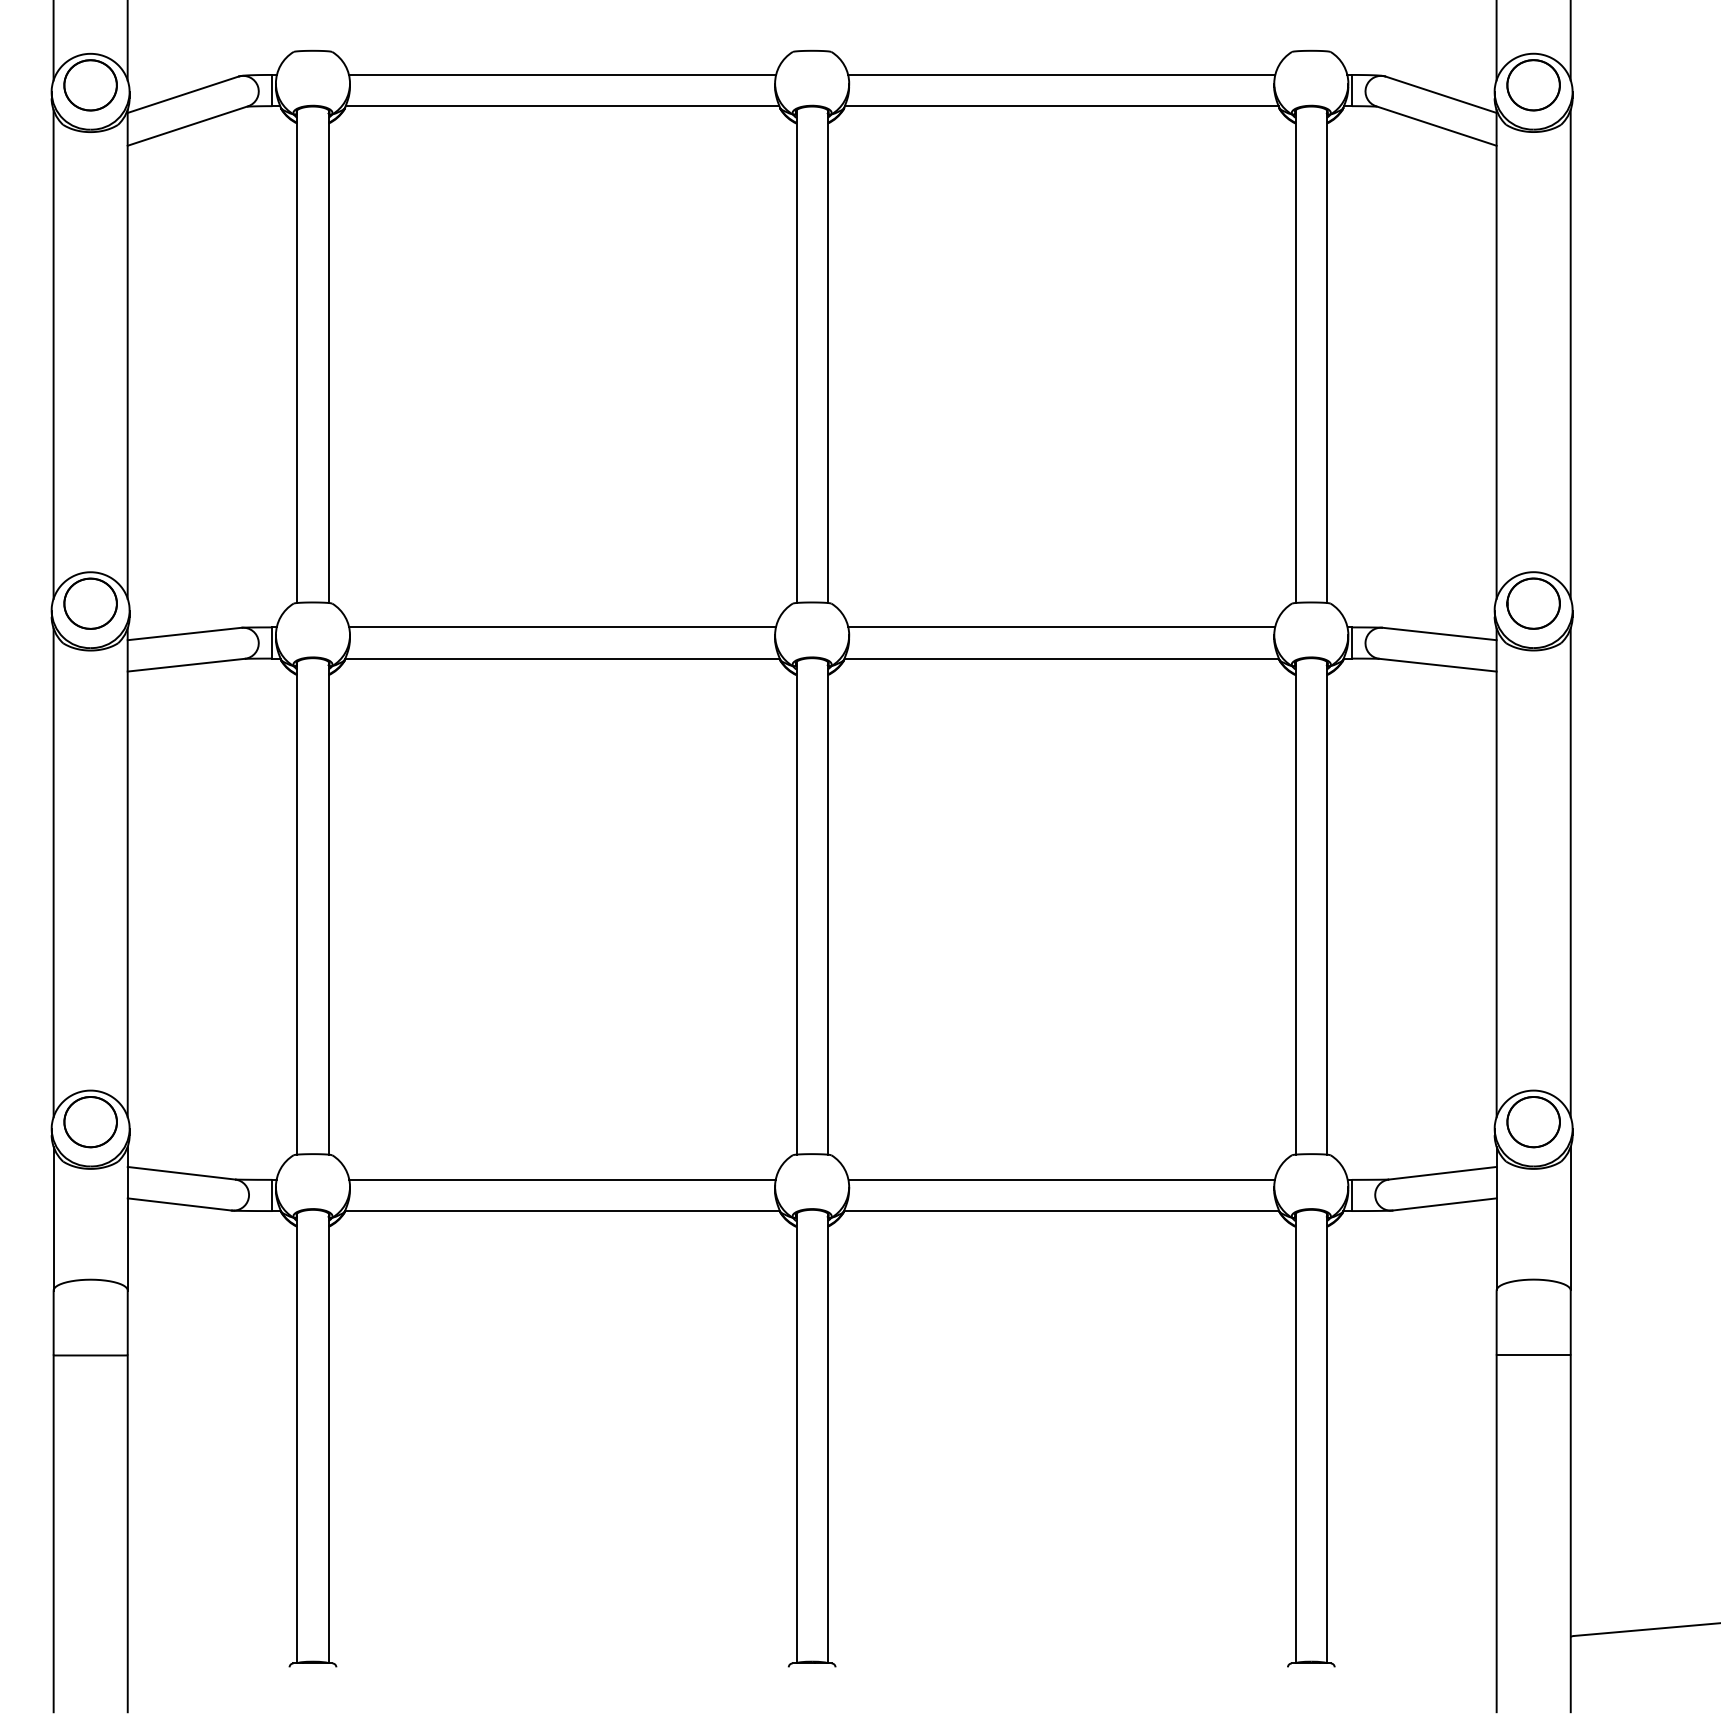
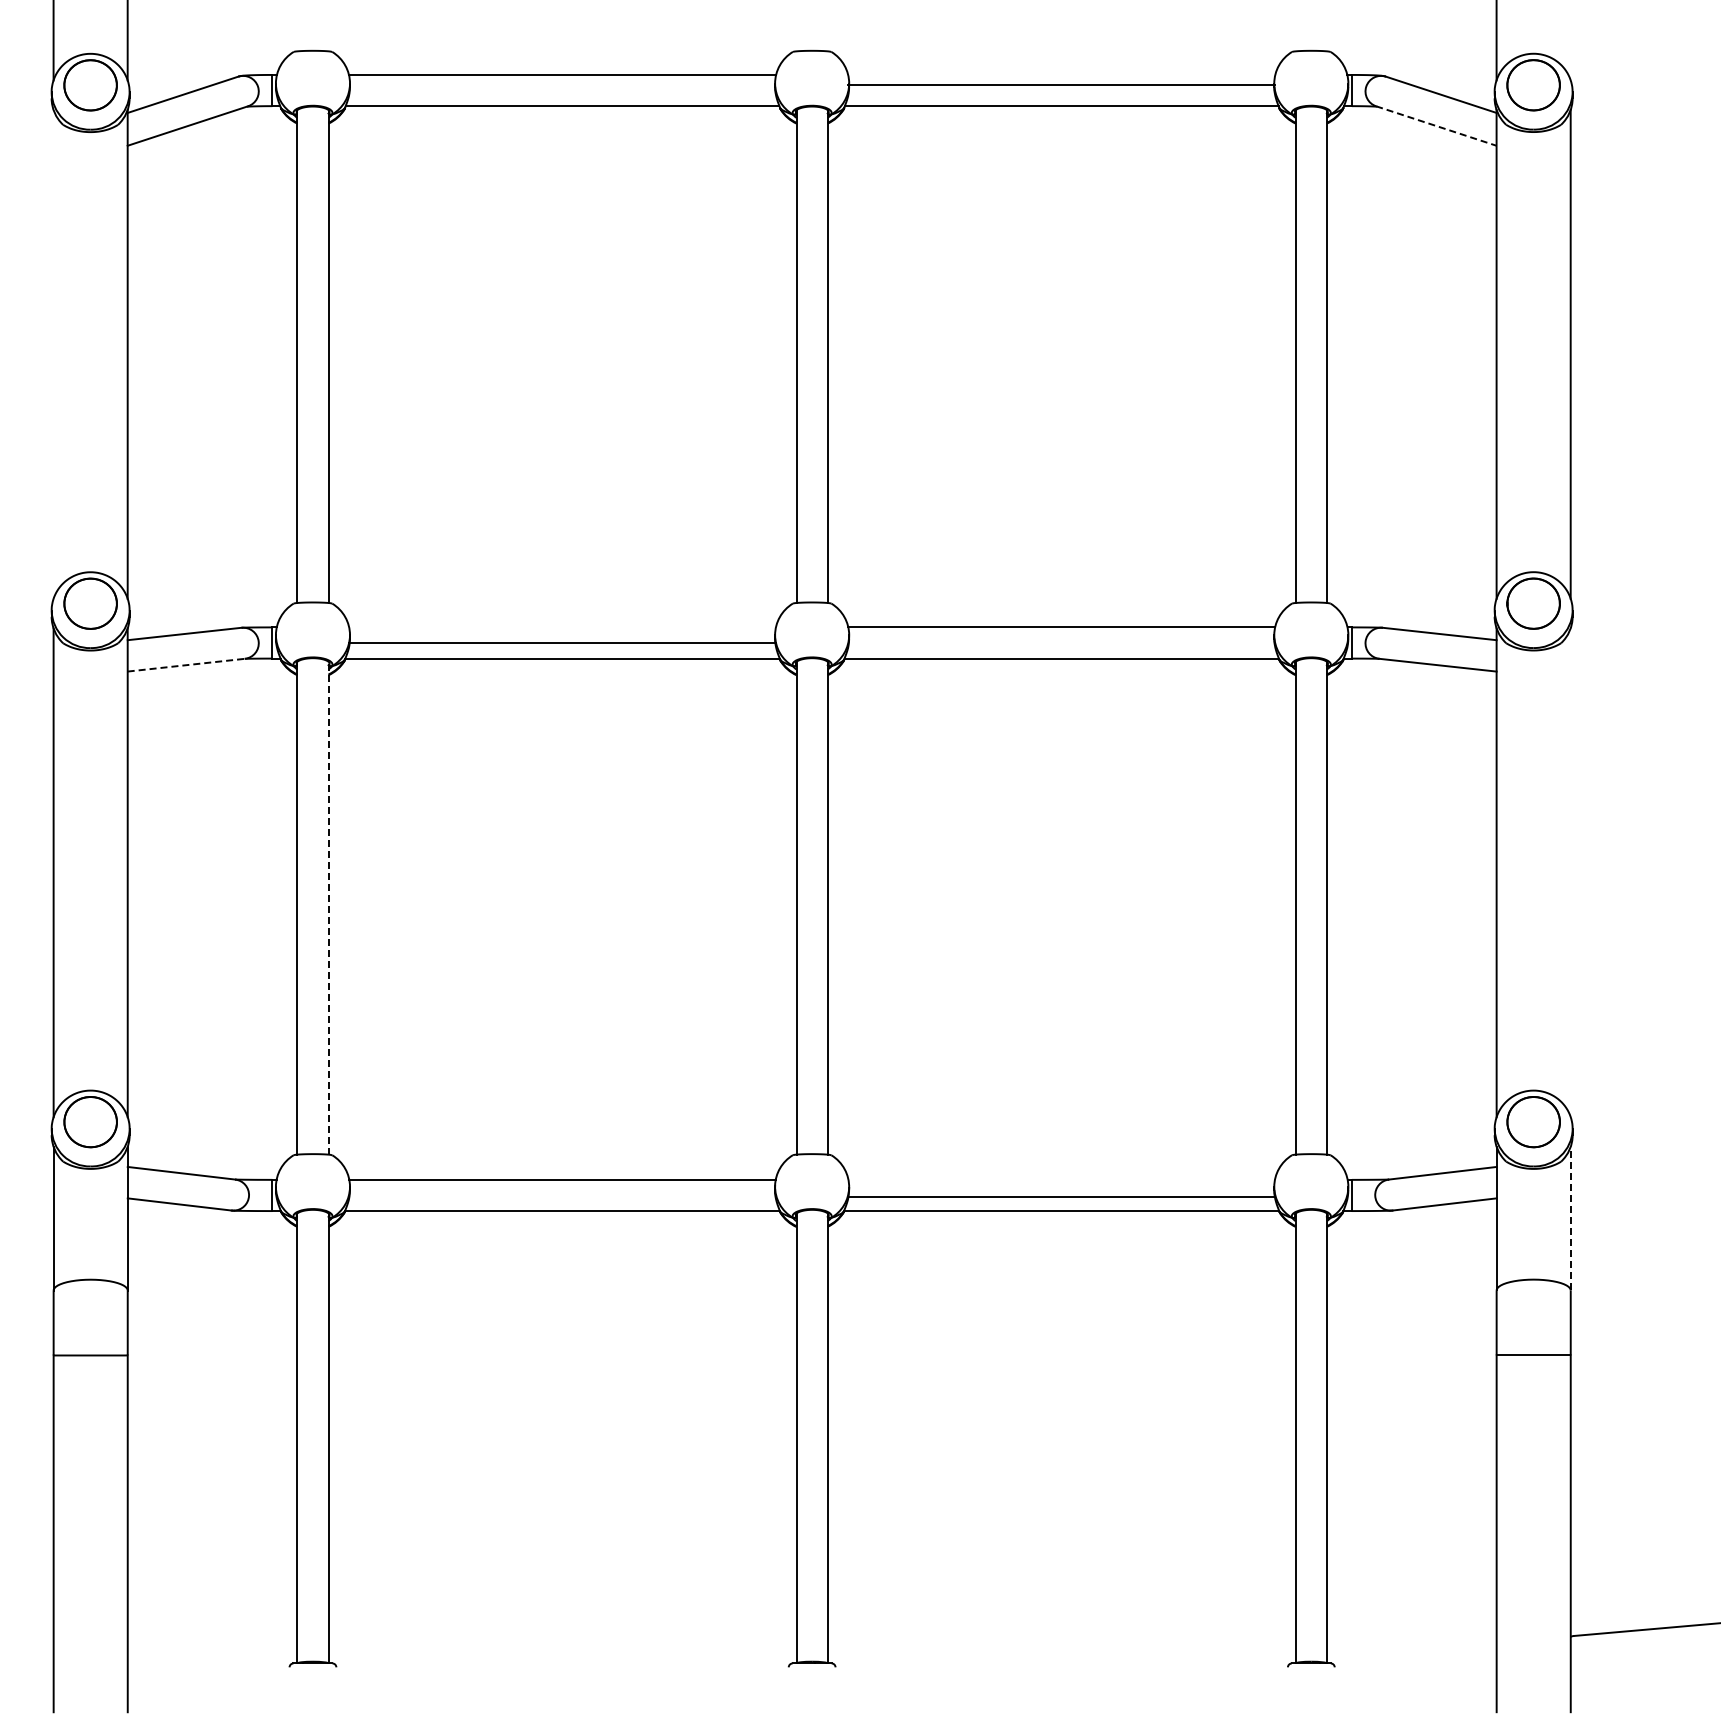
line at (1570, 41): present -> none
line at (1061, 74) position: (1061, 74) -> (1061, 84)
line at (1436, 126): solid -> dashed
line at (53, 354): present -> none
line at (562, 627) position: (562, 627) -> (562, 643)
line at (186, 665): solid -> dashed
line at (1570, 872): present -> none
line at (328, 907): solid -> dashed
line at (1061, 1179) position: (1061, 1179) -> (1061, 1196)
line at (1570, 1218): solid -> dashed
